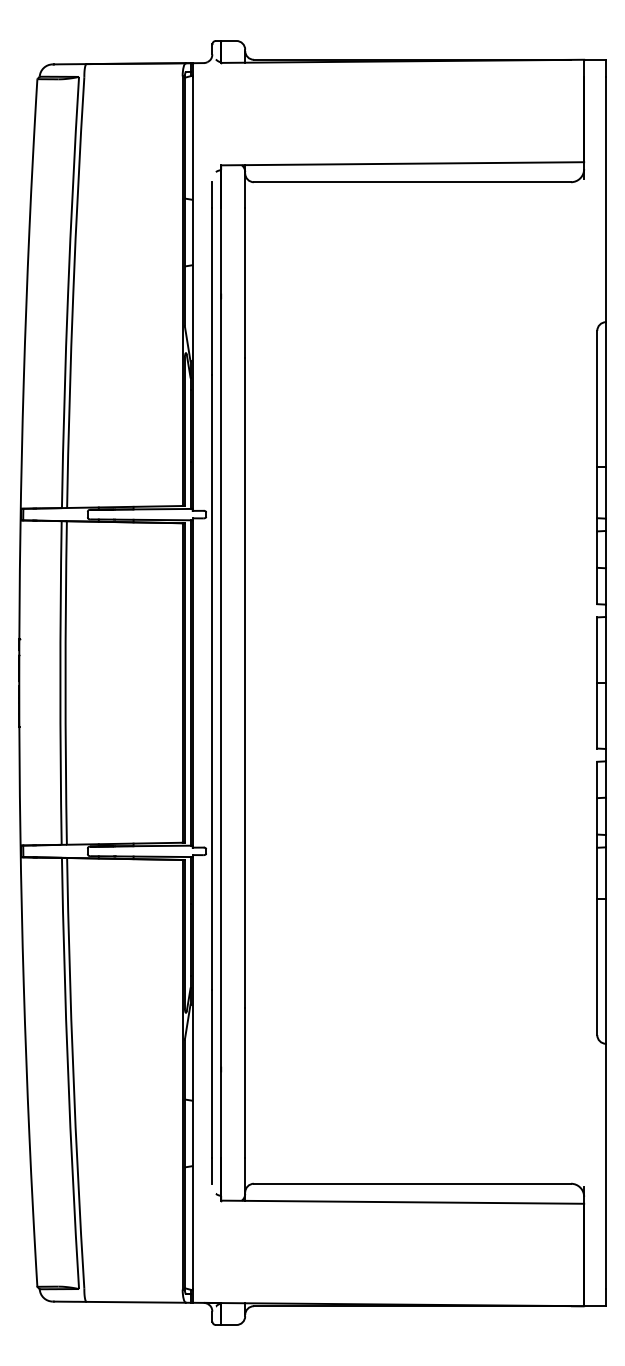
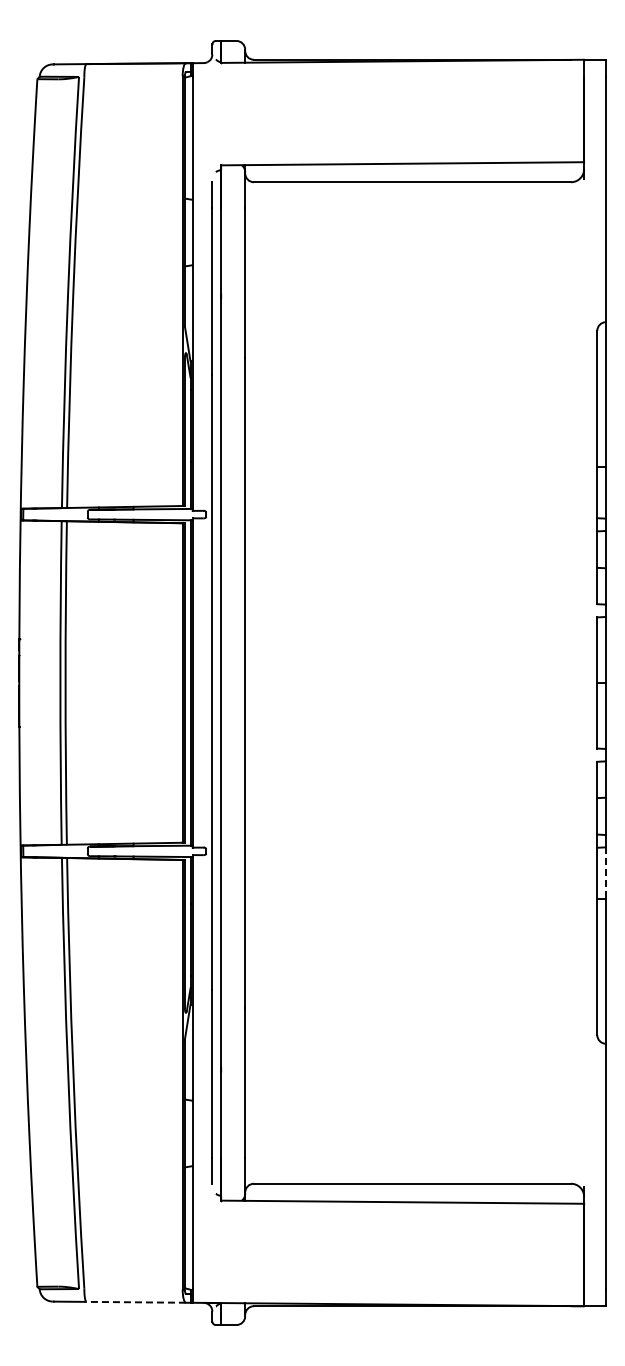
line at (606, 873): solid -> dashed
line at (136, 1302): solid -> dashed
